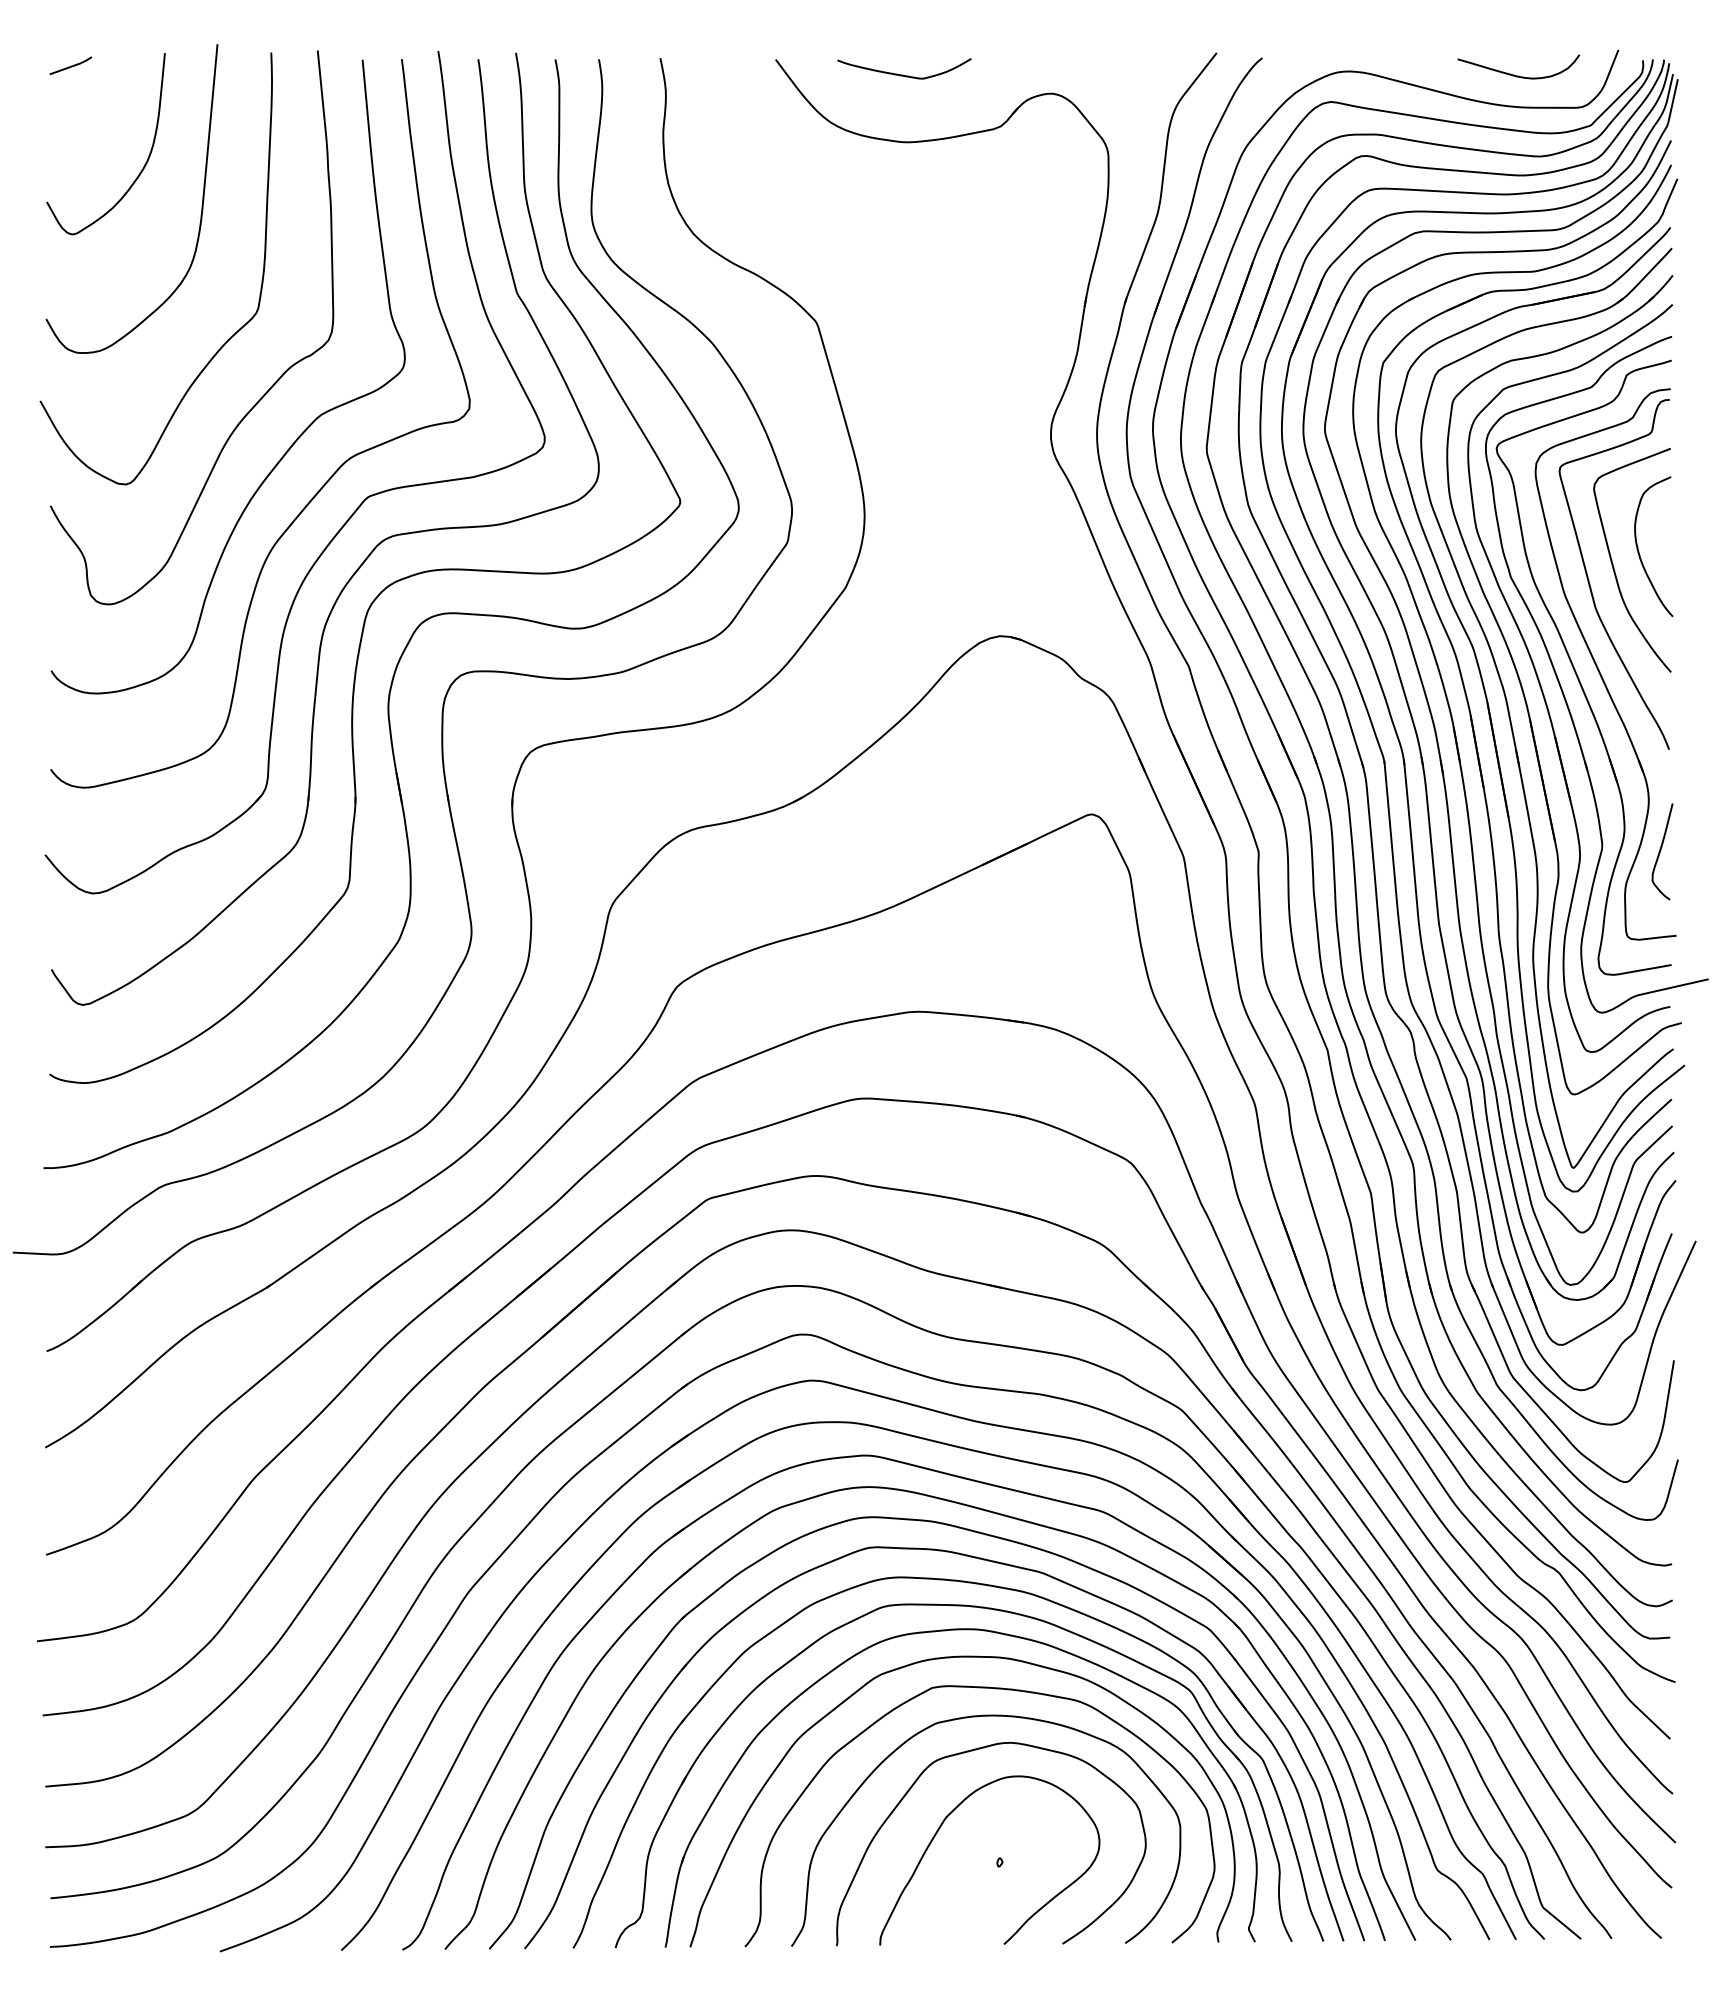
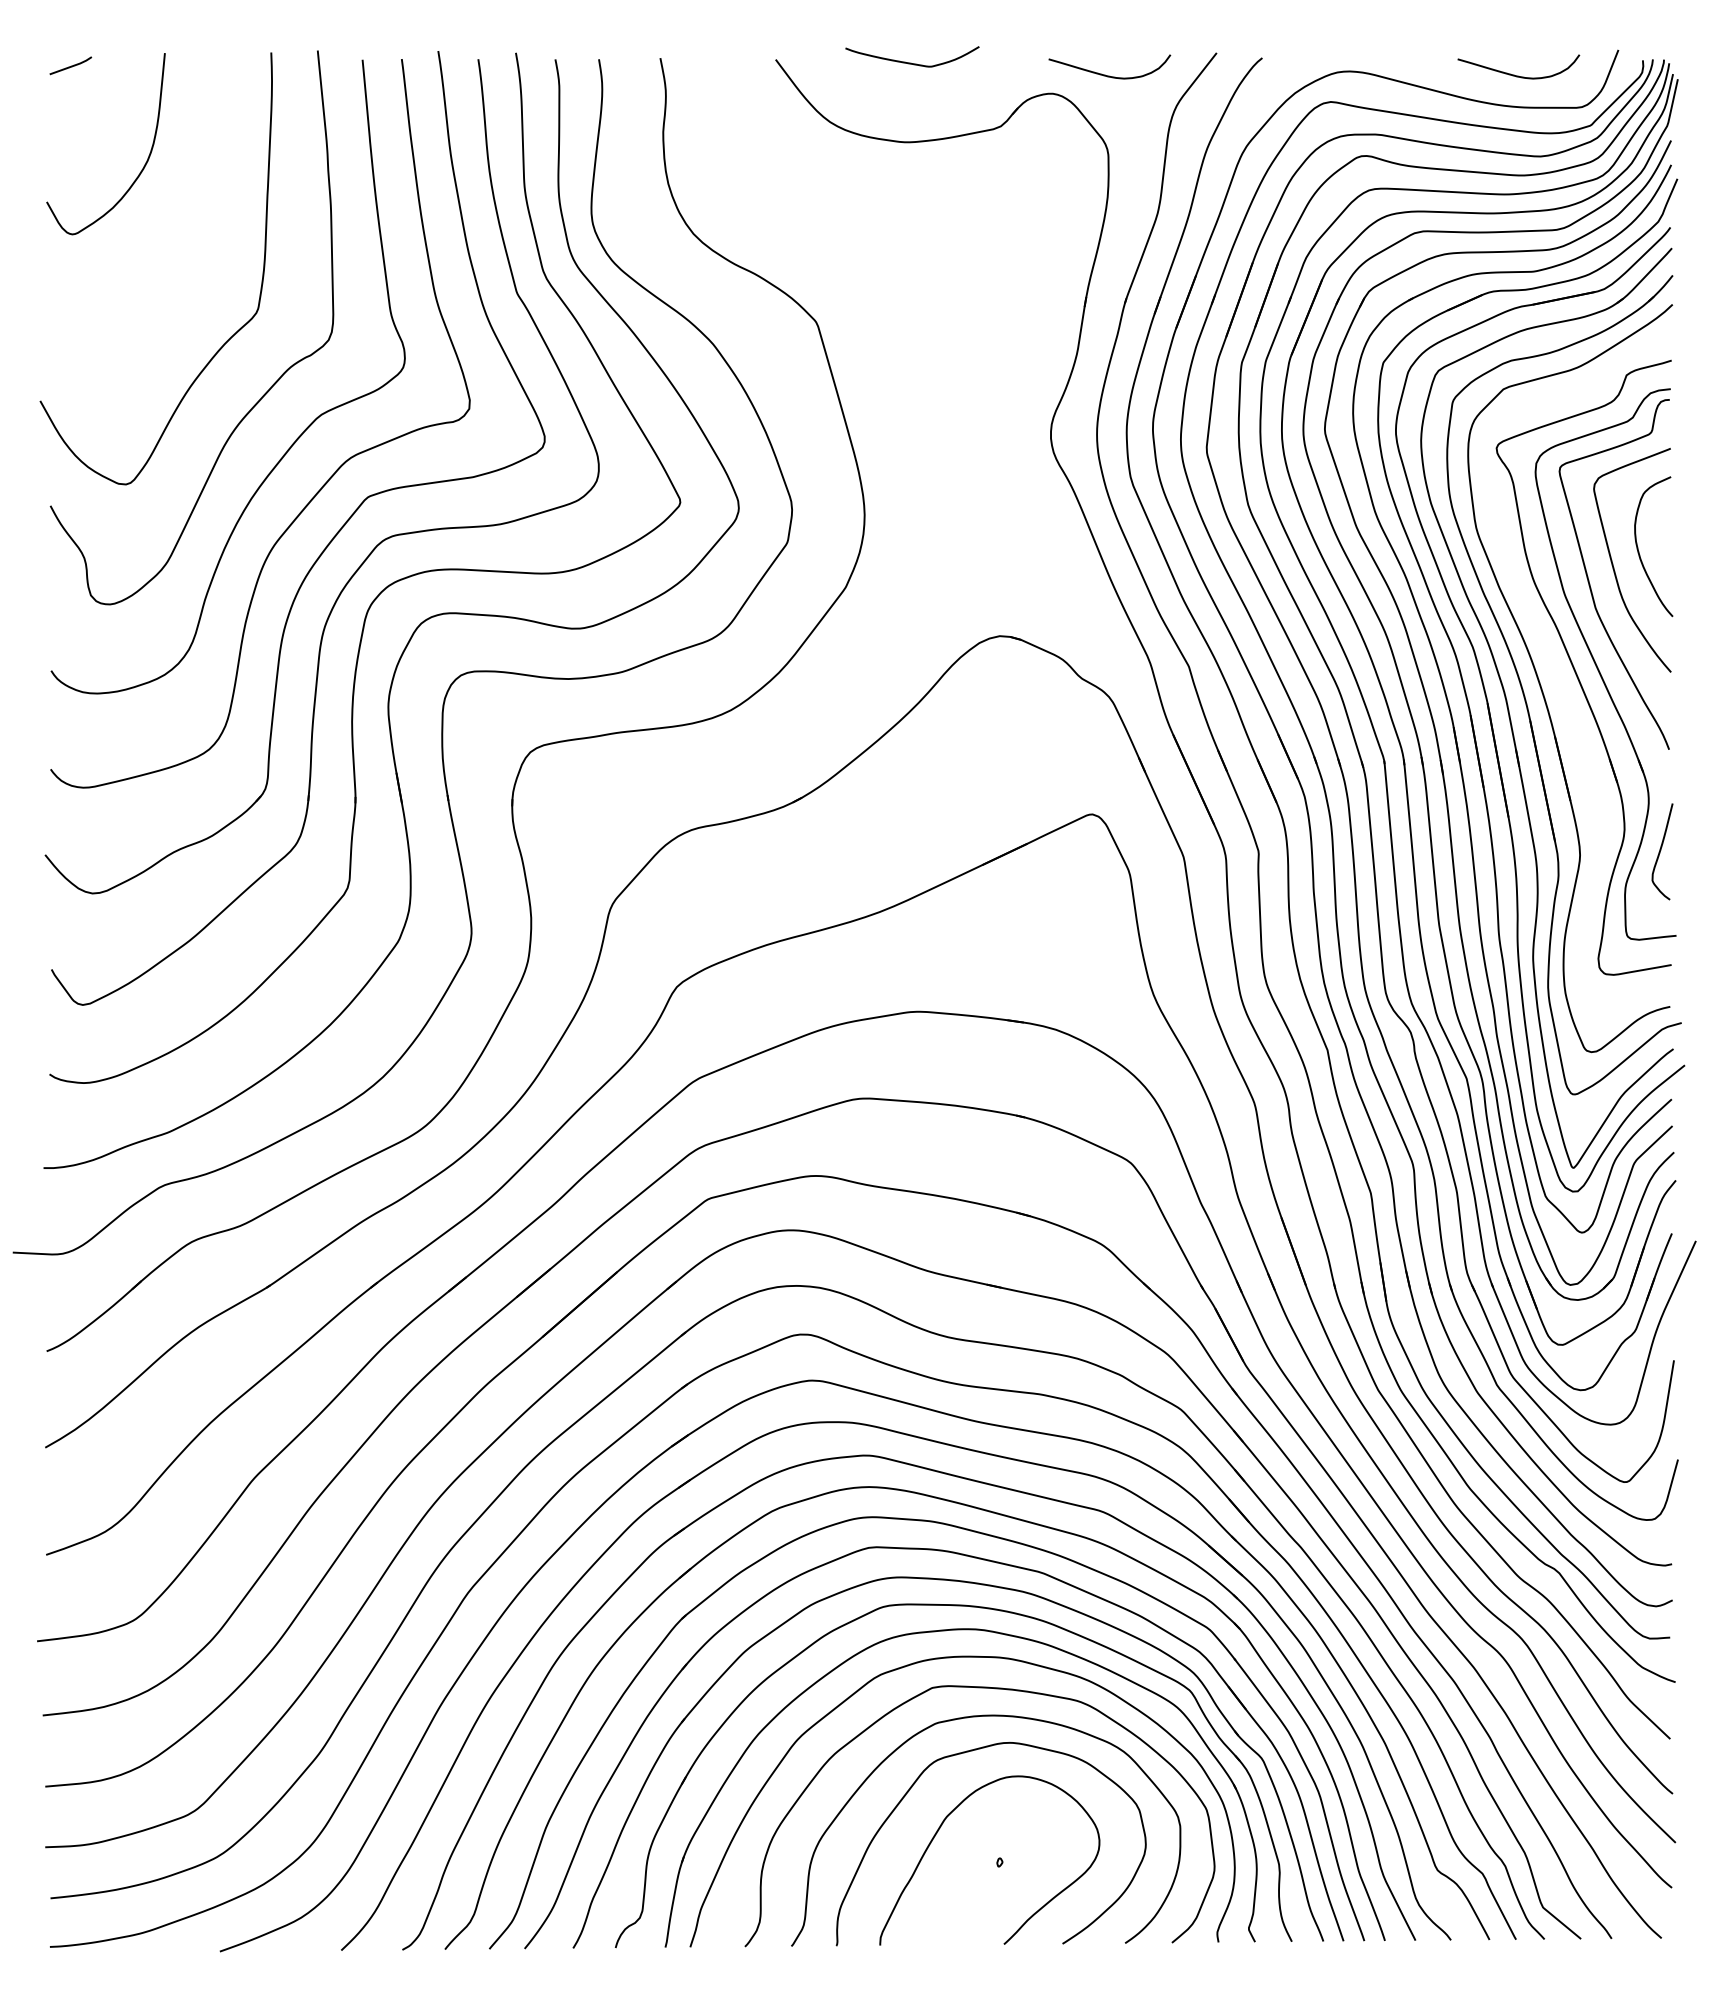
curve at (903, 74) position: (903, 74) -> (911, 62)
curve at (1105, 74): none -> present
curve at (201, 204): present -> none
part at (1561, 685): present -> none
